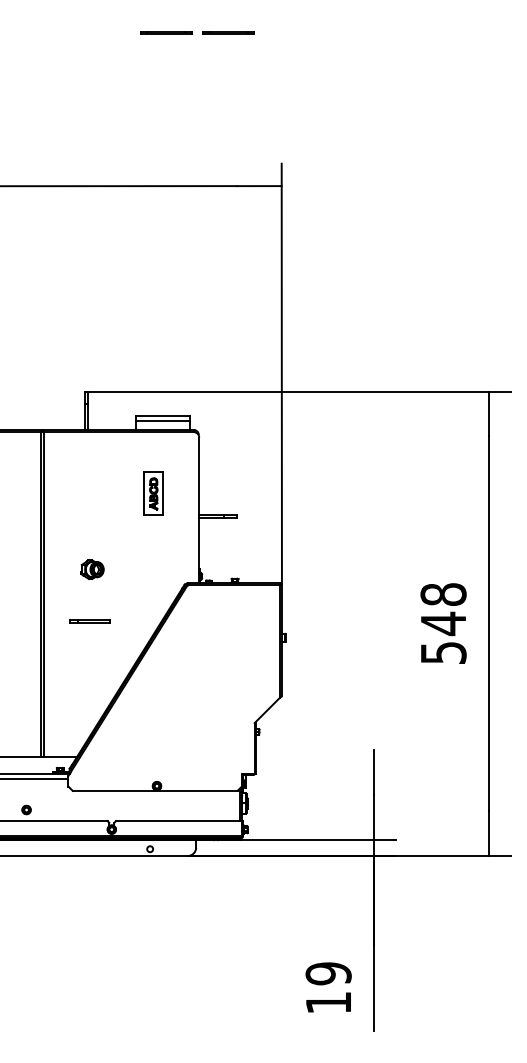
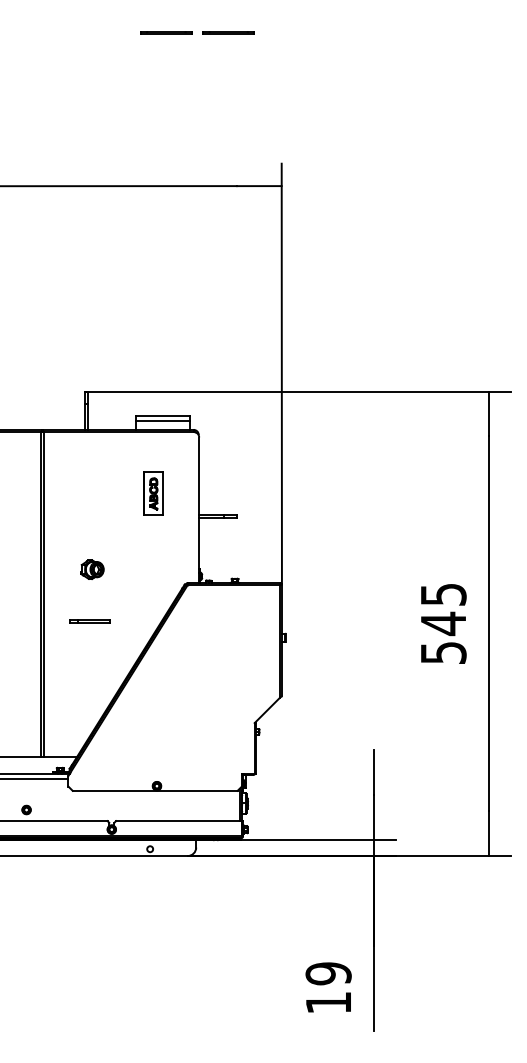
text at (443, 594): 548 -> 545
